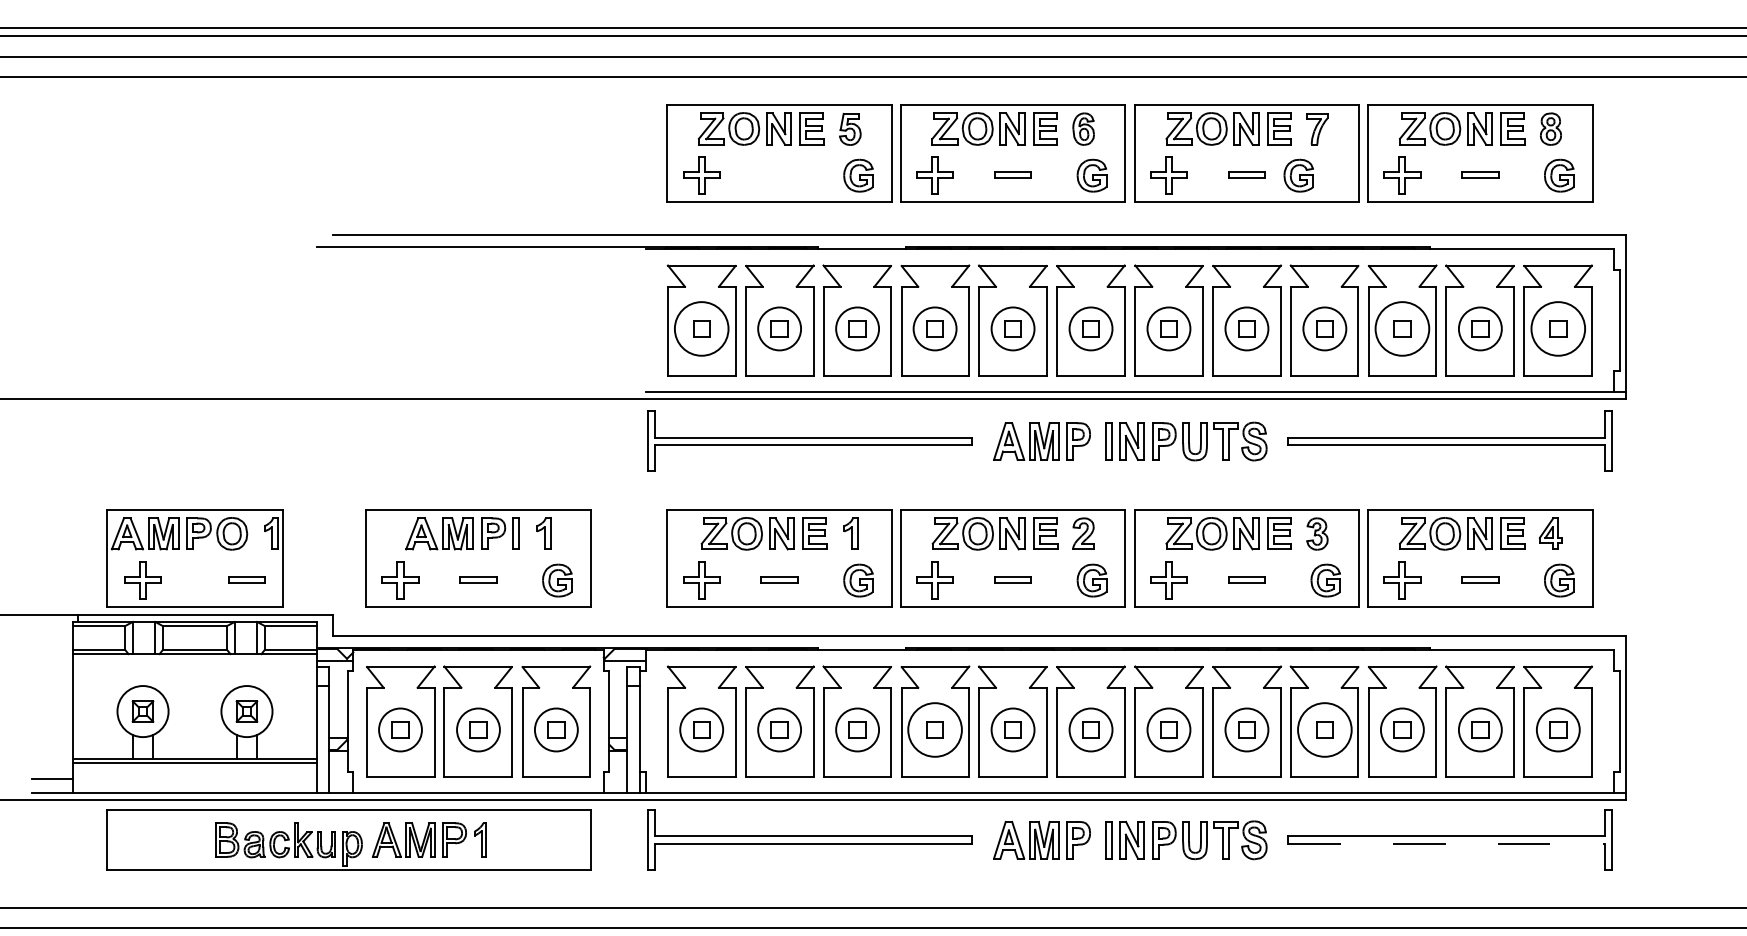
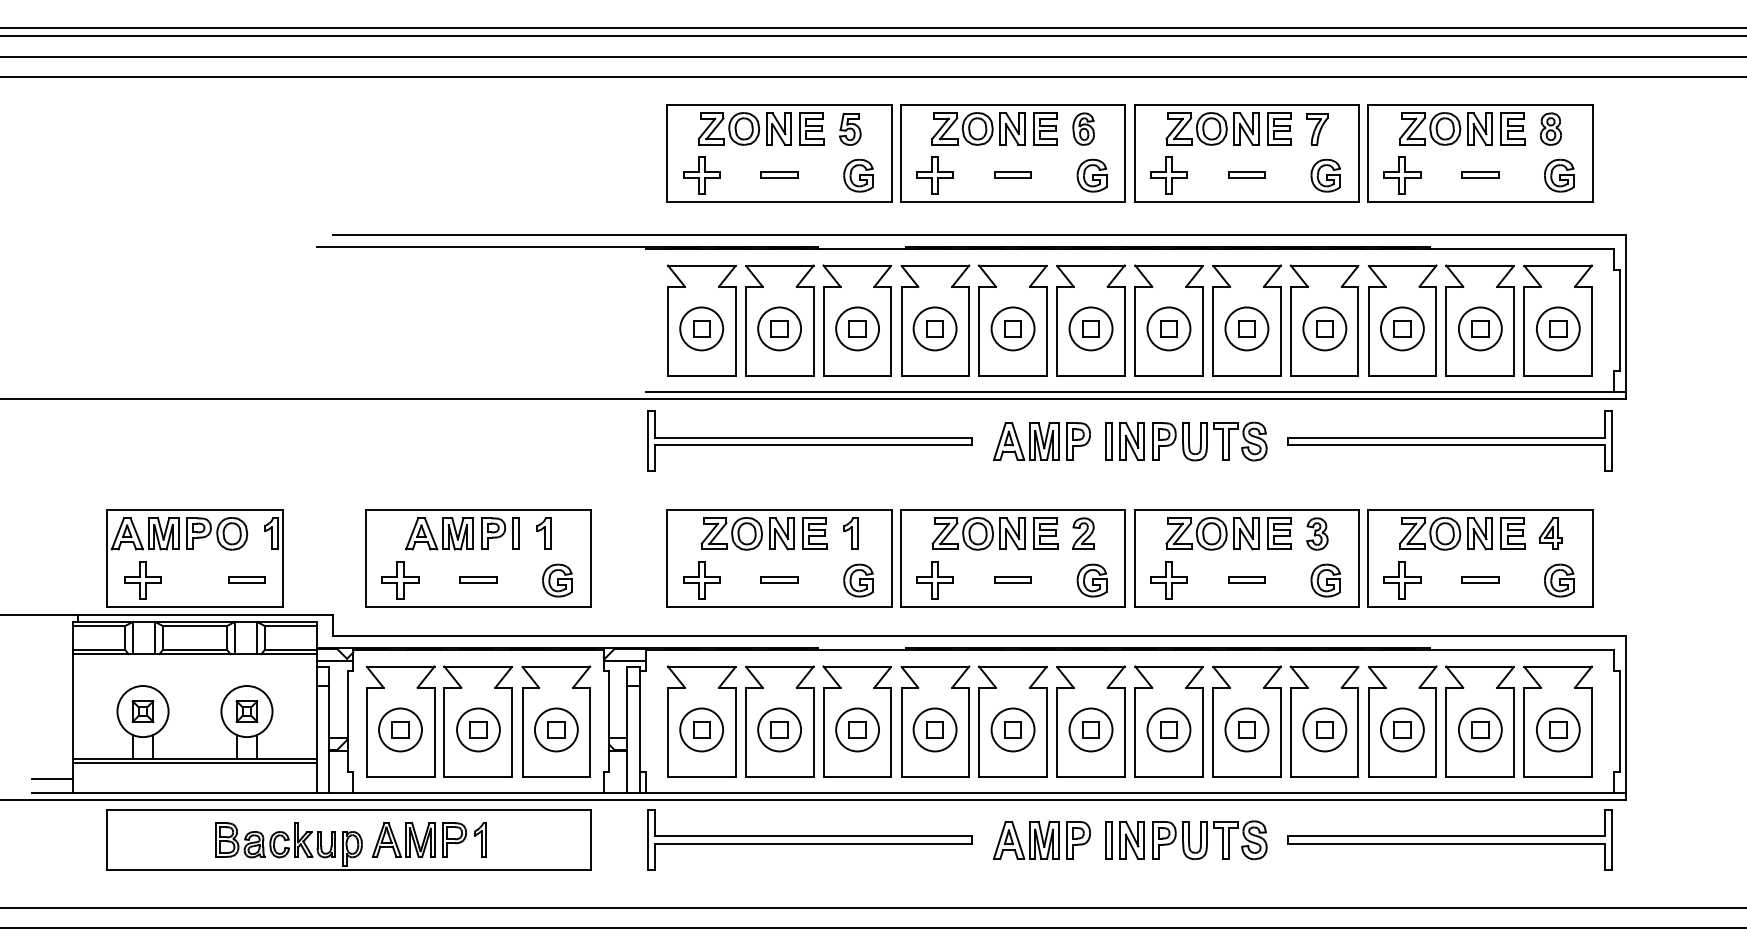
part at (779, 174): none -> present
part at (1298, 175) position: (1298, 175) -> (1325, 175)
circle at (701, 328) diameter: 54 px -> 43 px
circle at (1402, 328) diameter: 54 px -> 43 px
circle at (1558, 328) diameter: 54 px -> 43 px
circle at (934, 729) diameter: 54 px -> 43 px
circle at (1324, 729) diameter: 54 px -> 43 px
line at (1446, 843): dashed -> solid
